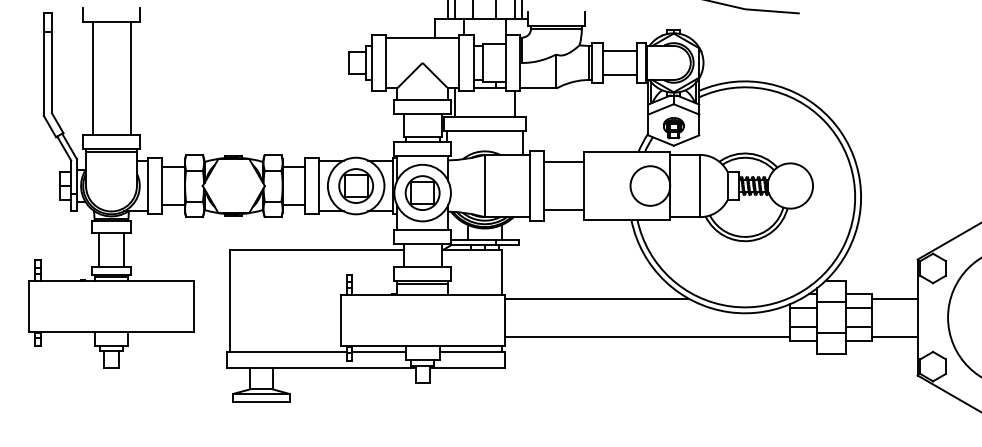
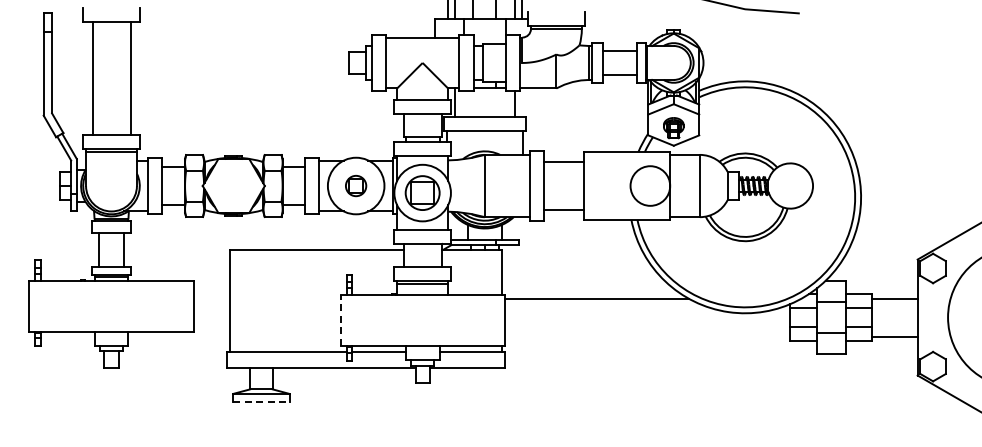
part at (355, 185) size: 36x36 px -> 23x23 px
line at (340, 319): solid -> dashed
line at (647, 336): present -> none
line at (261, 402): solid -> dashed
